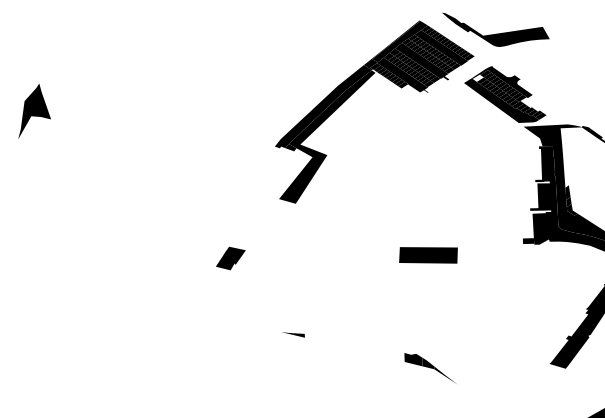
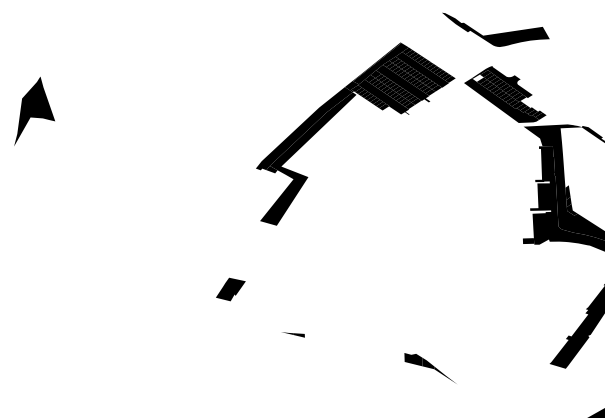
part at (356, 91) position: (356, 91) -> (337, 113)
part at (34, 111) size: 33x55 px -> 41x69 px
fill at (428, 255): present -> none
part at (230, 258) position: (230, 258) -> (230, 289)
